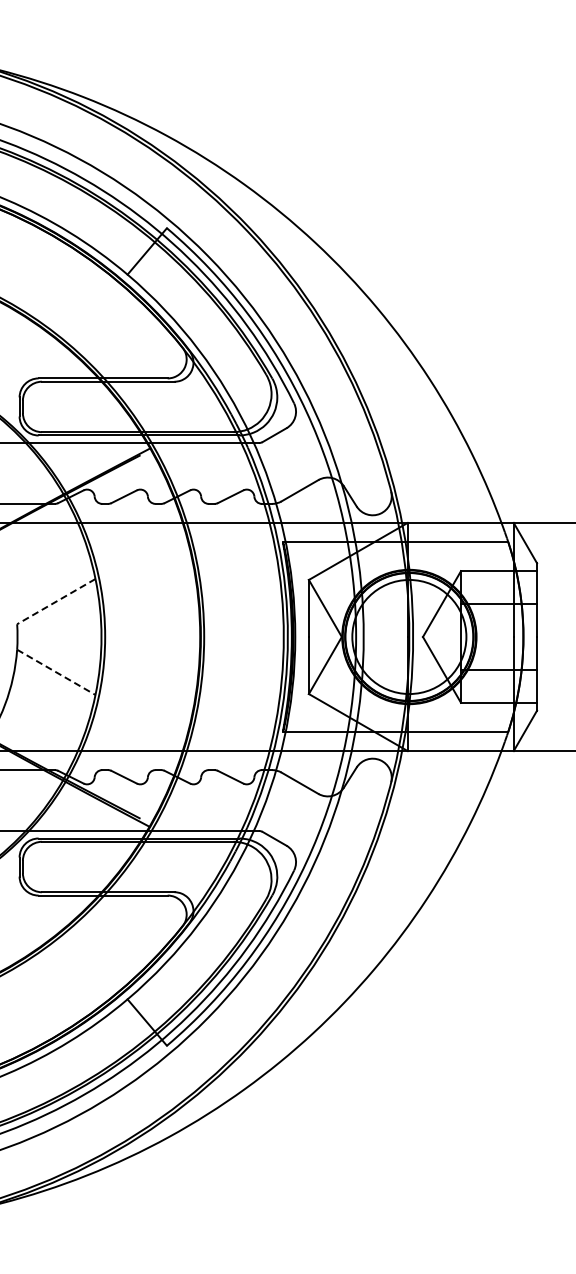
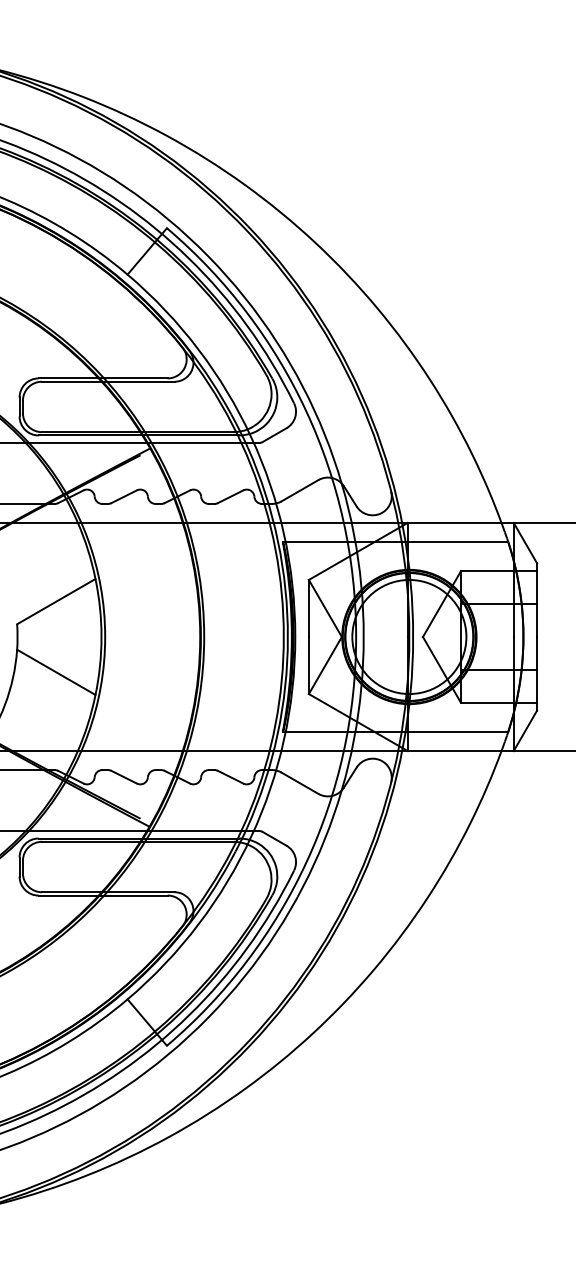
line at (55, 601): dashed -> solid
line at (56, 672): dashed -> solid
